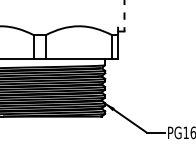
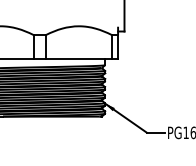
line at (124, 16): dashed -> solid
